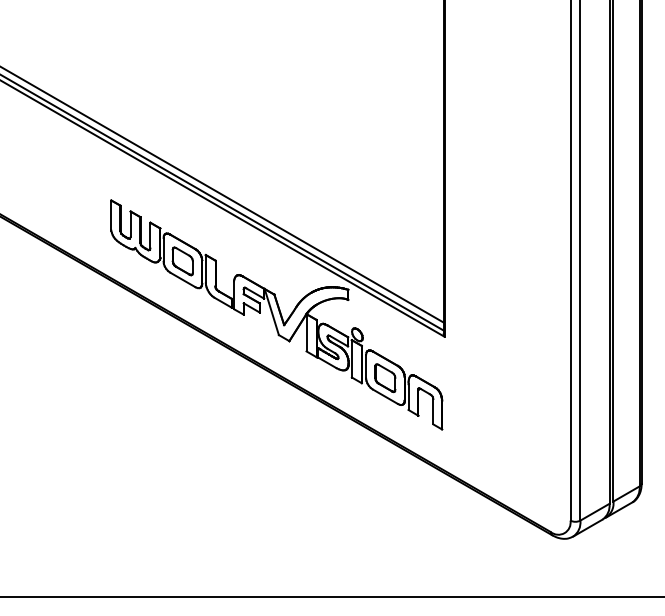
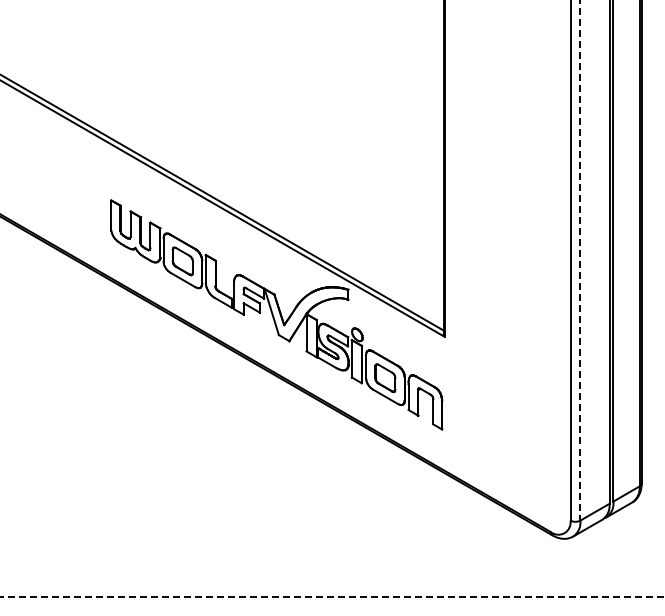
line at (222, 194): present -> none
line at (580, 260): solid -> dashed
line at (332, 597): solid -> dashed
